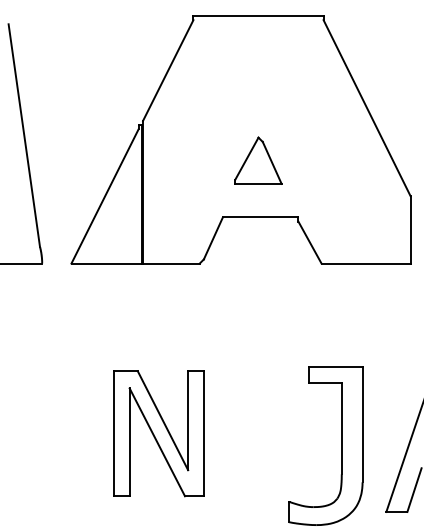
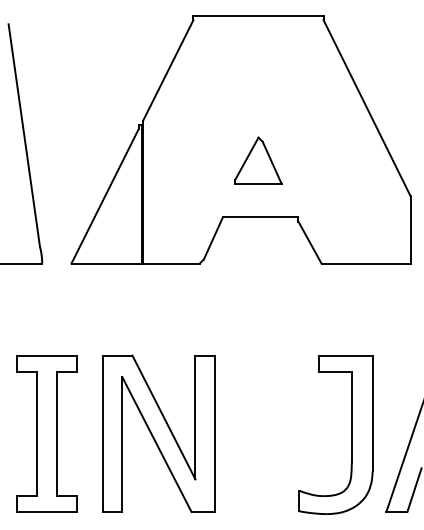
part at (46, 433): none -> present
part at (158, 433) size: 92x128 px -> 114x159 px
part at (341, 445) position: (341, 445) -> (351, 434)
